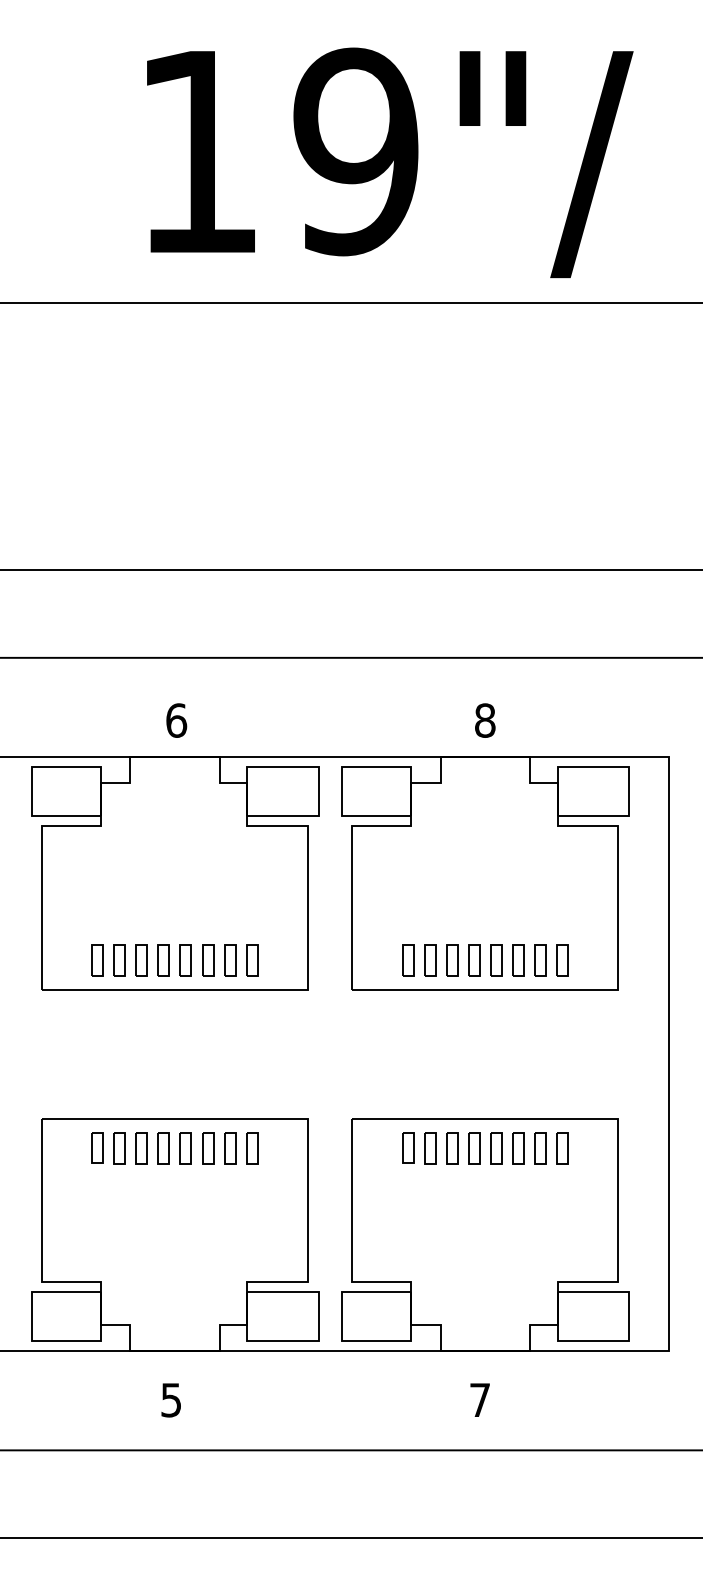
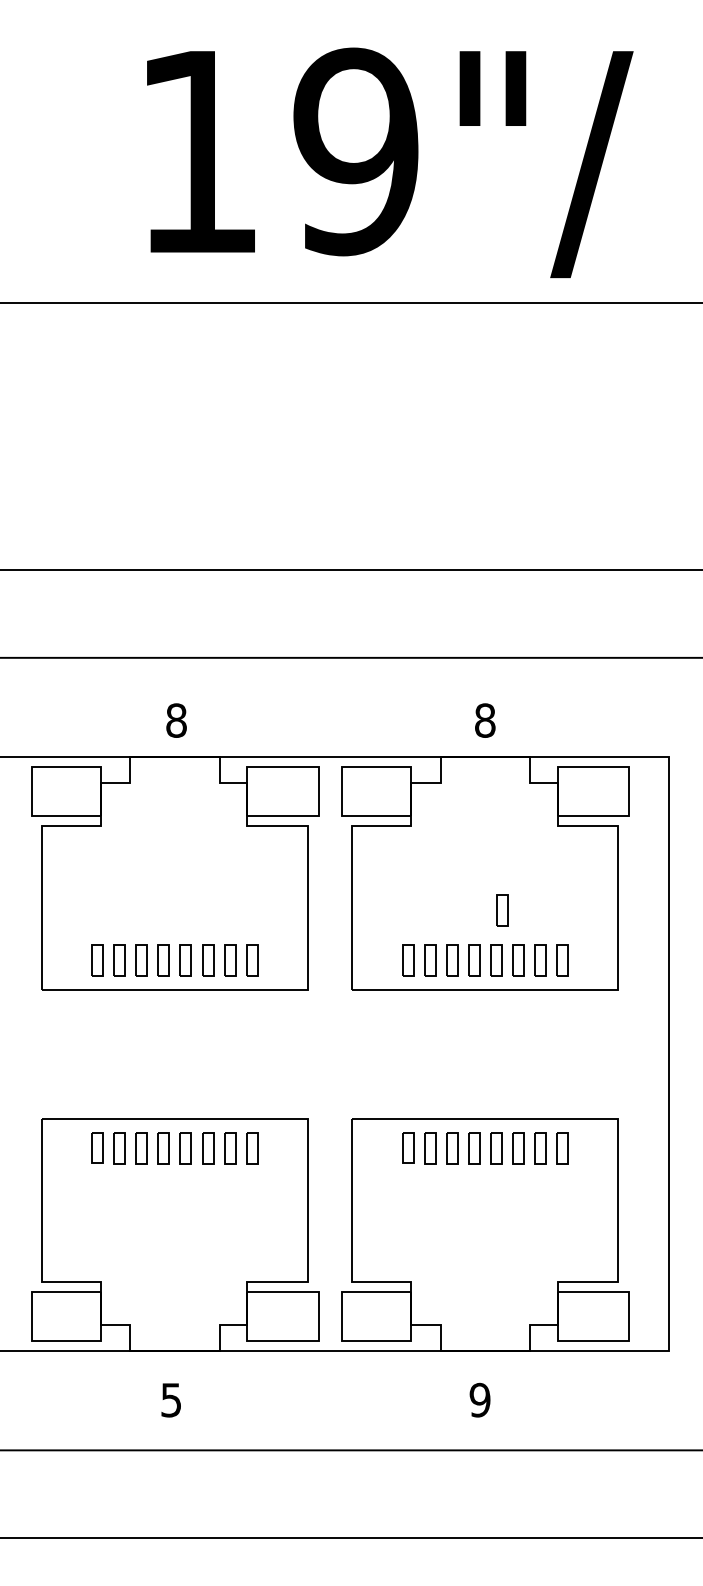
text at (176, 720): 6 -> 8
part at (502, 910): none -> present
text at (479, 1399): 7 -> 9
